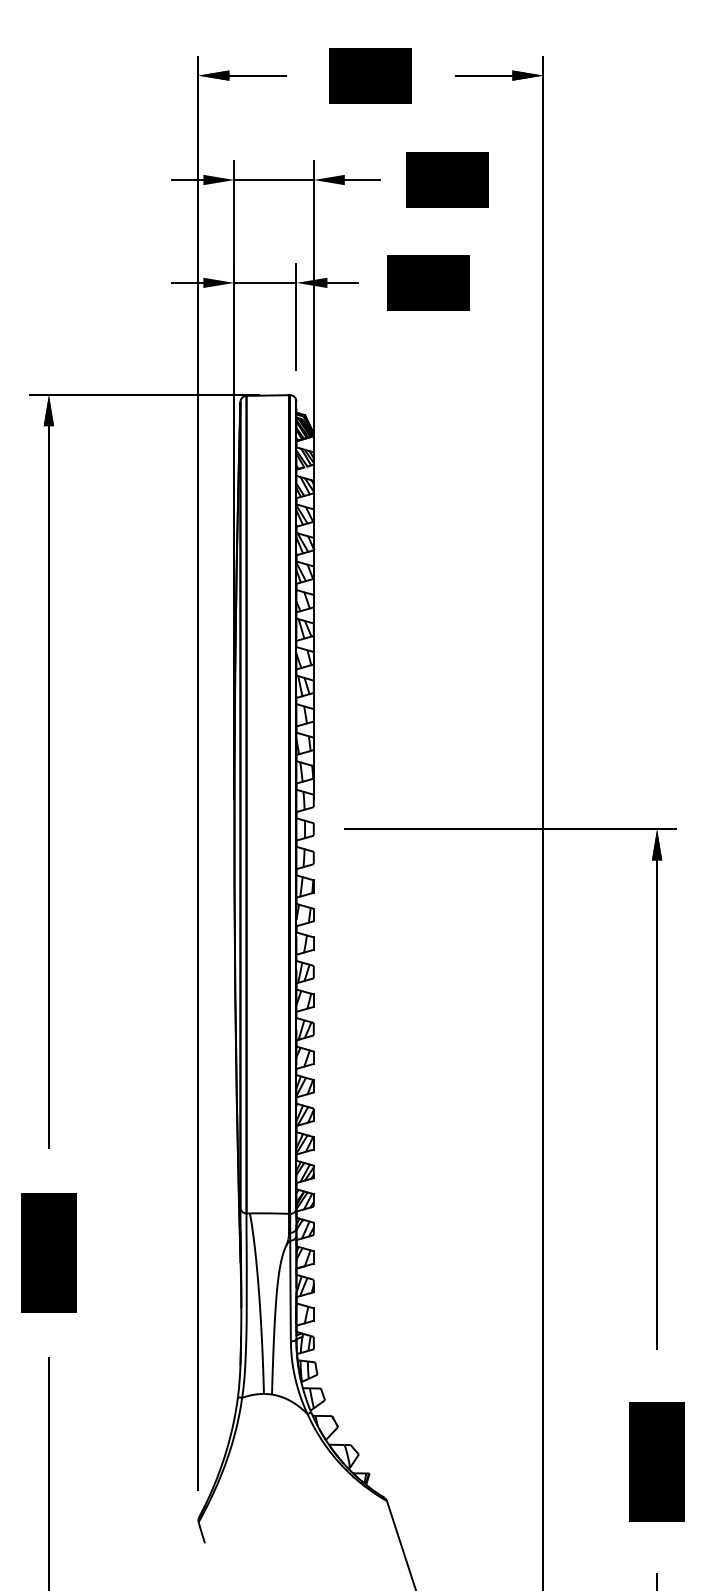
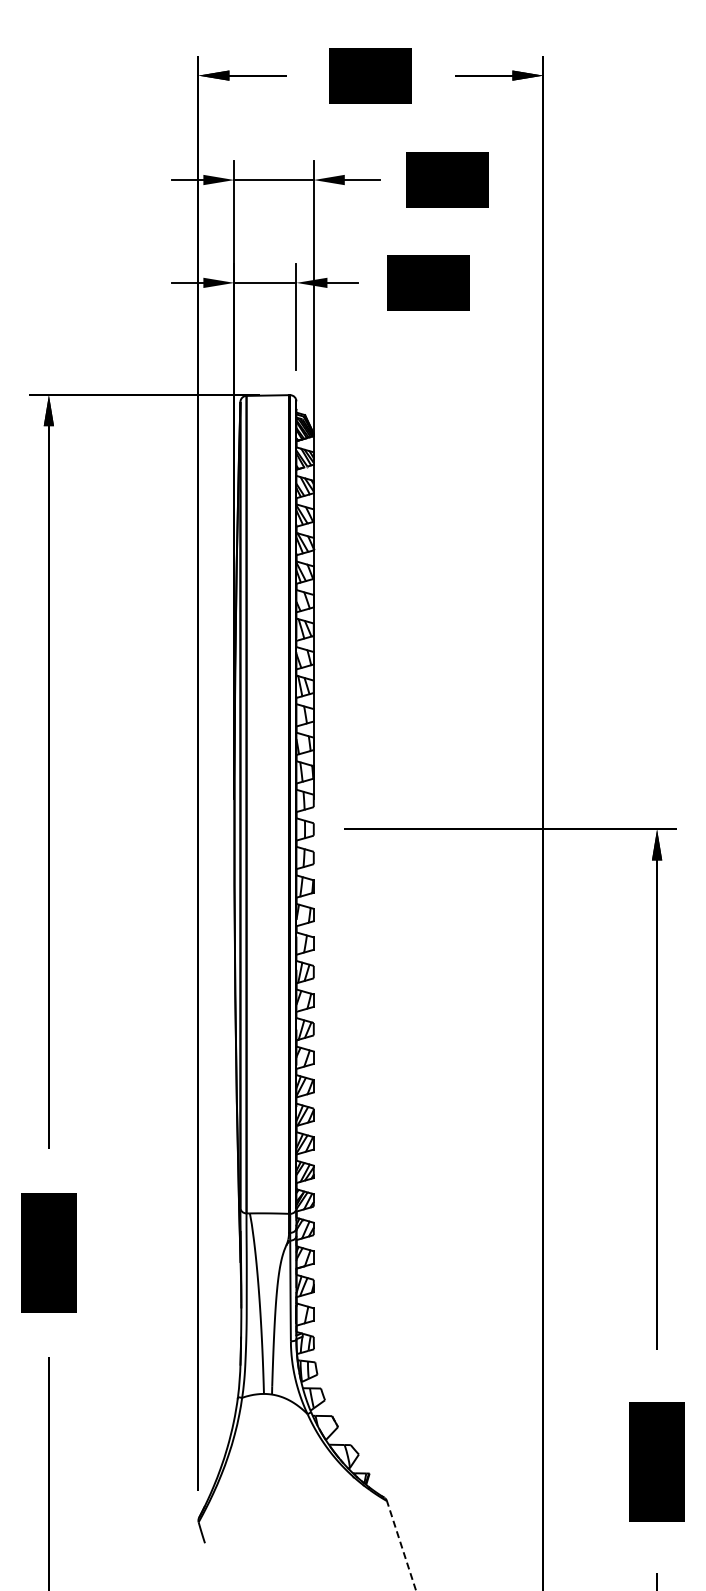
line at (401, 1545): solid -> dashed
